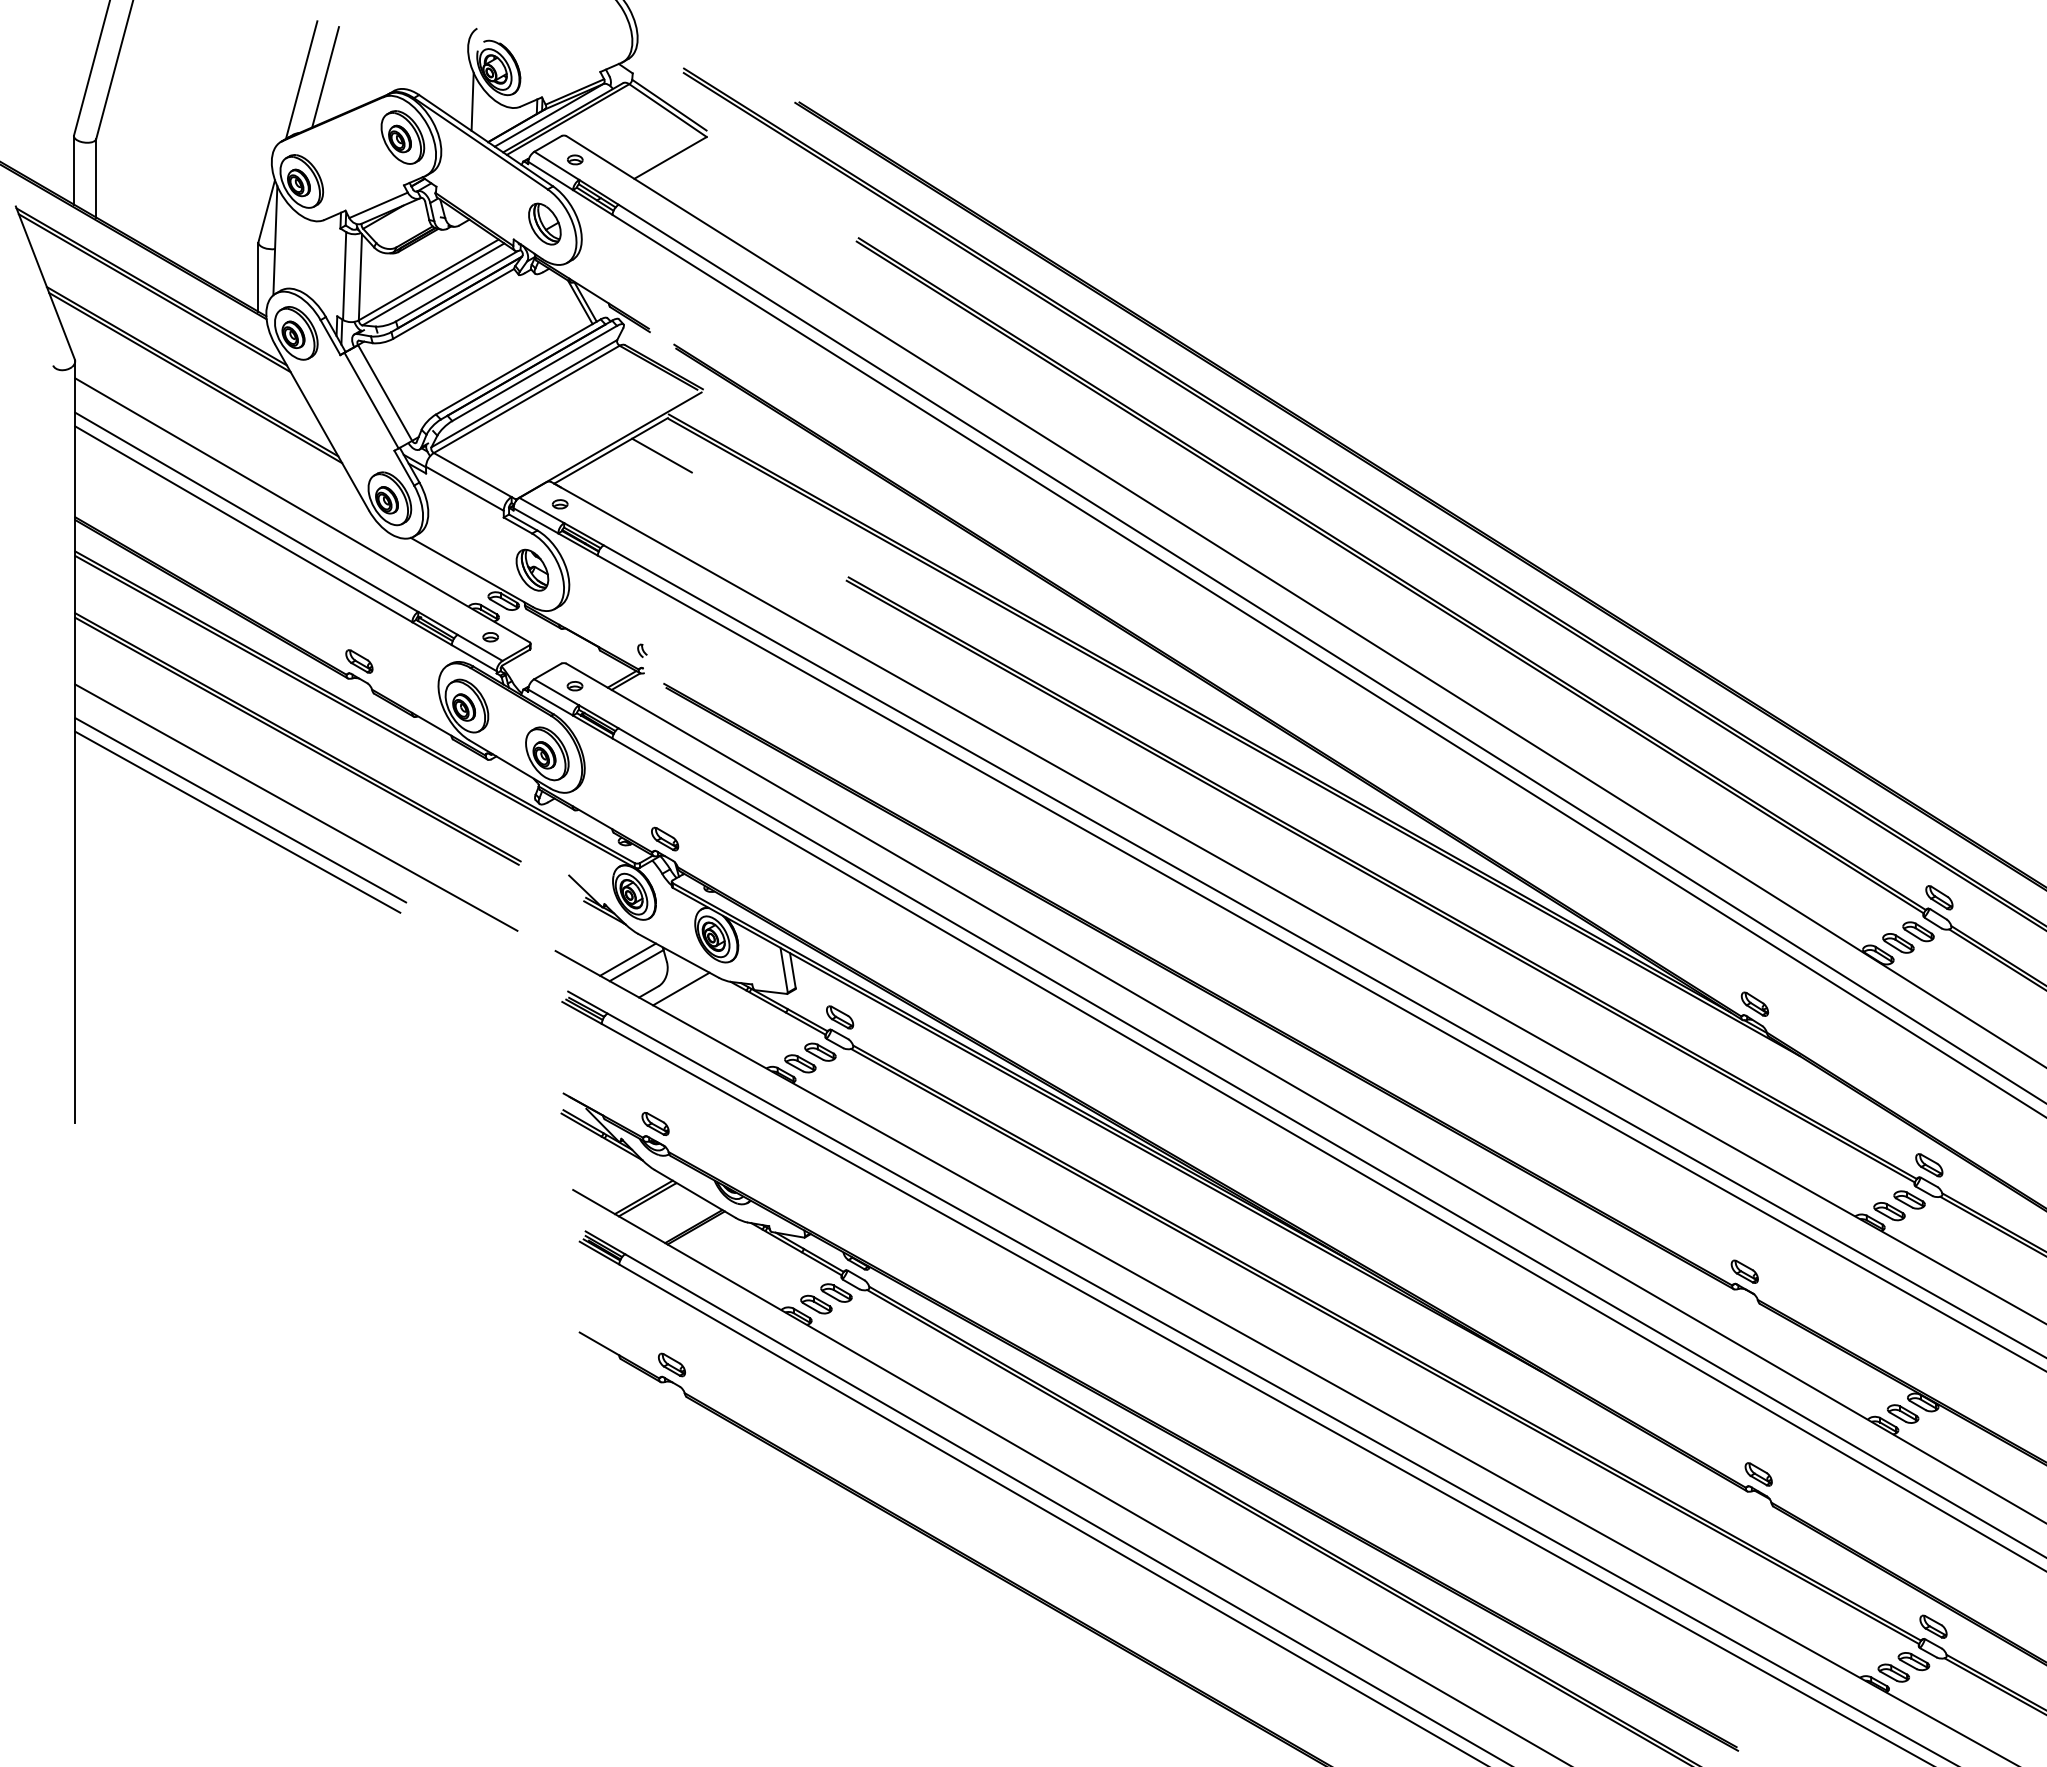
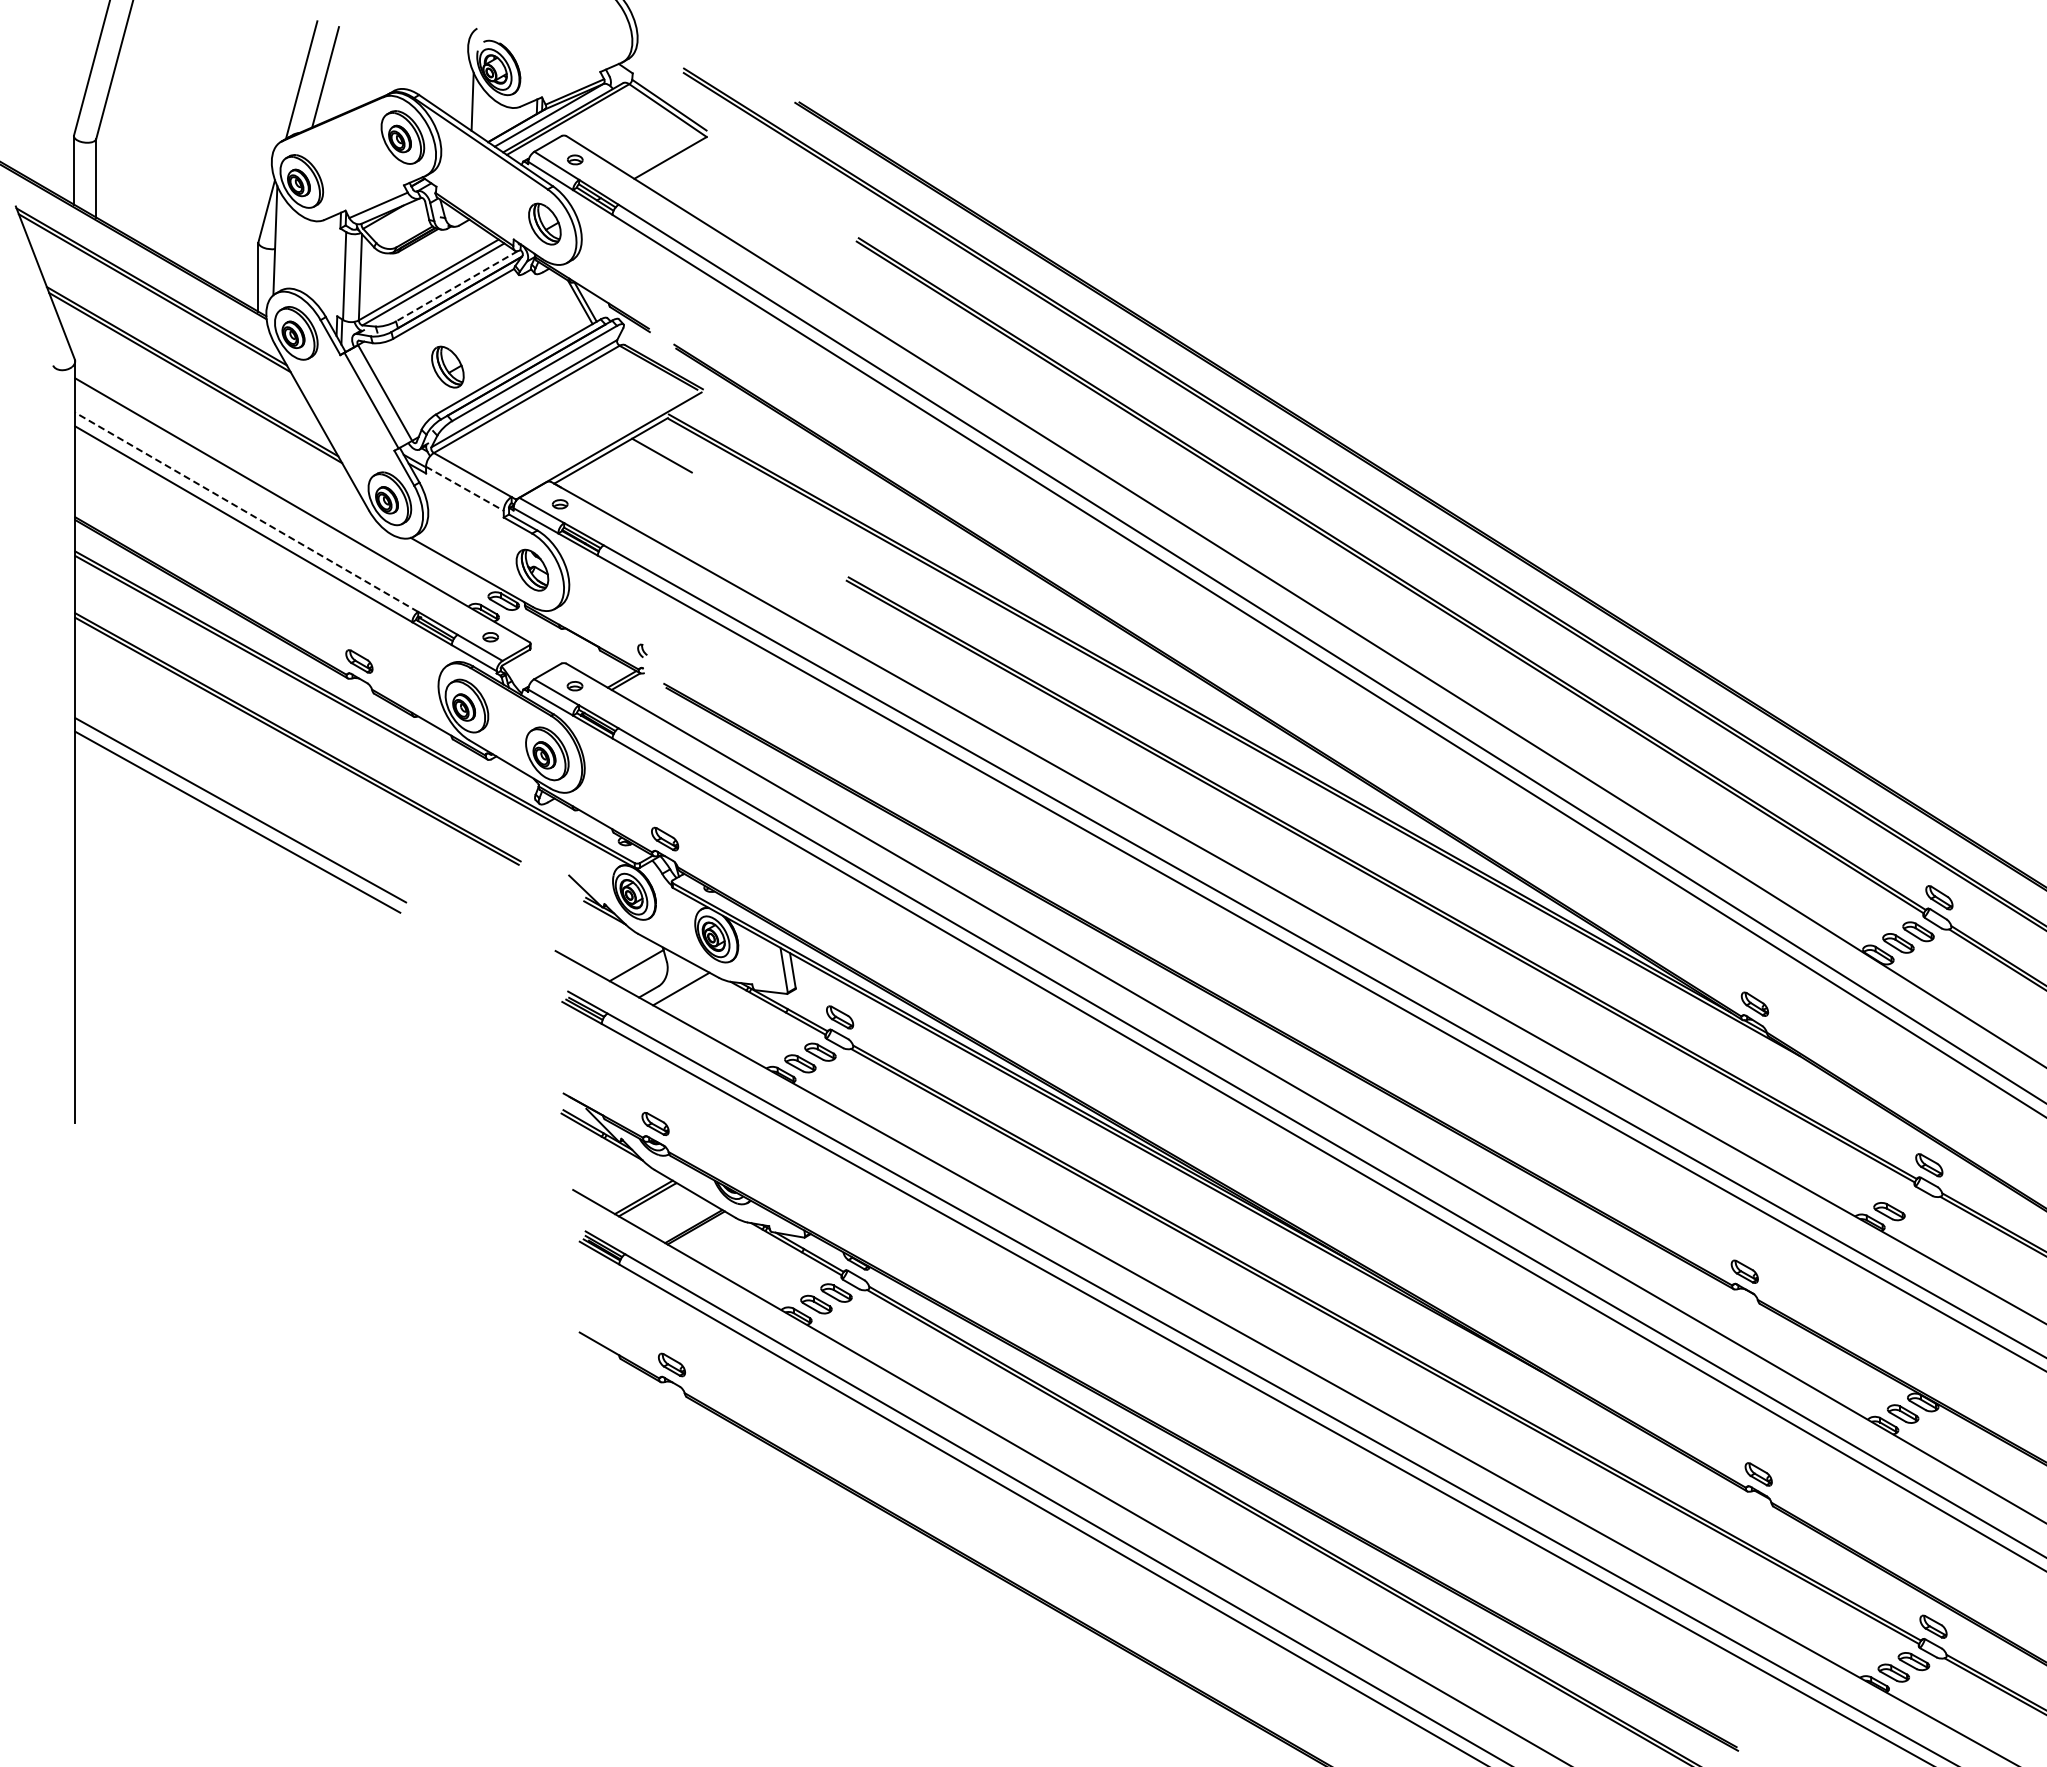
line at (456, 286): solid -> dashed
part at (447, 366): none -> present
line at (464, 488): solid -> dashed
line at (246, 512): solid -> dashed
line at (296, 807): present -> none
line at (627, 959): present -> none
part at (1909, 1199): present -> none
